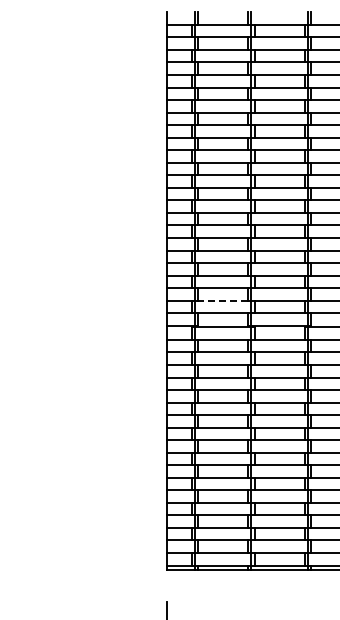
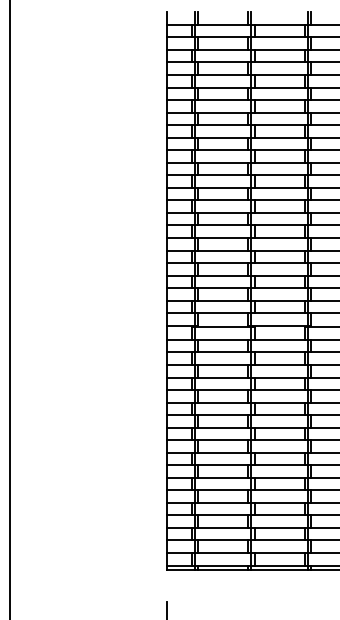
line at (222, 300): dashed -> solid
line at (10, 309): none -> present
